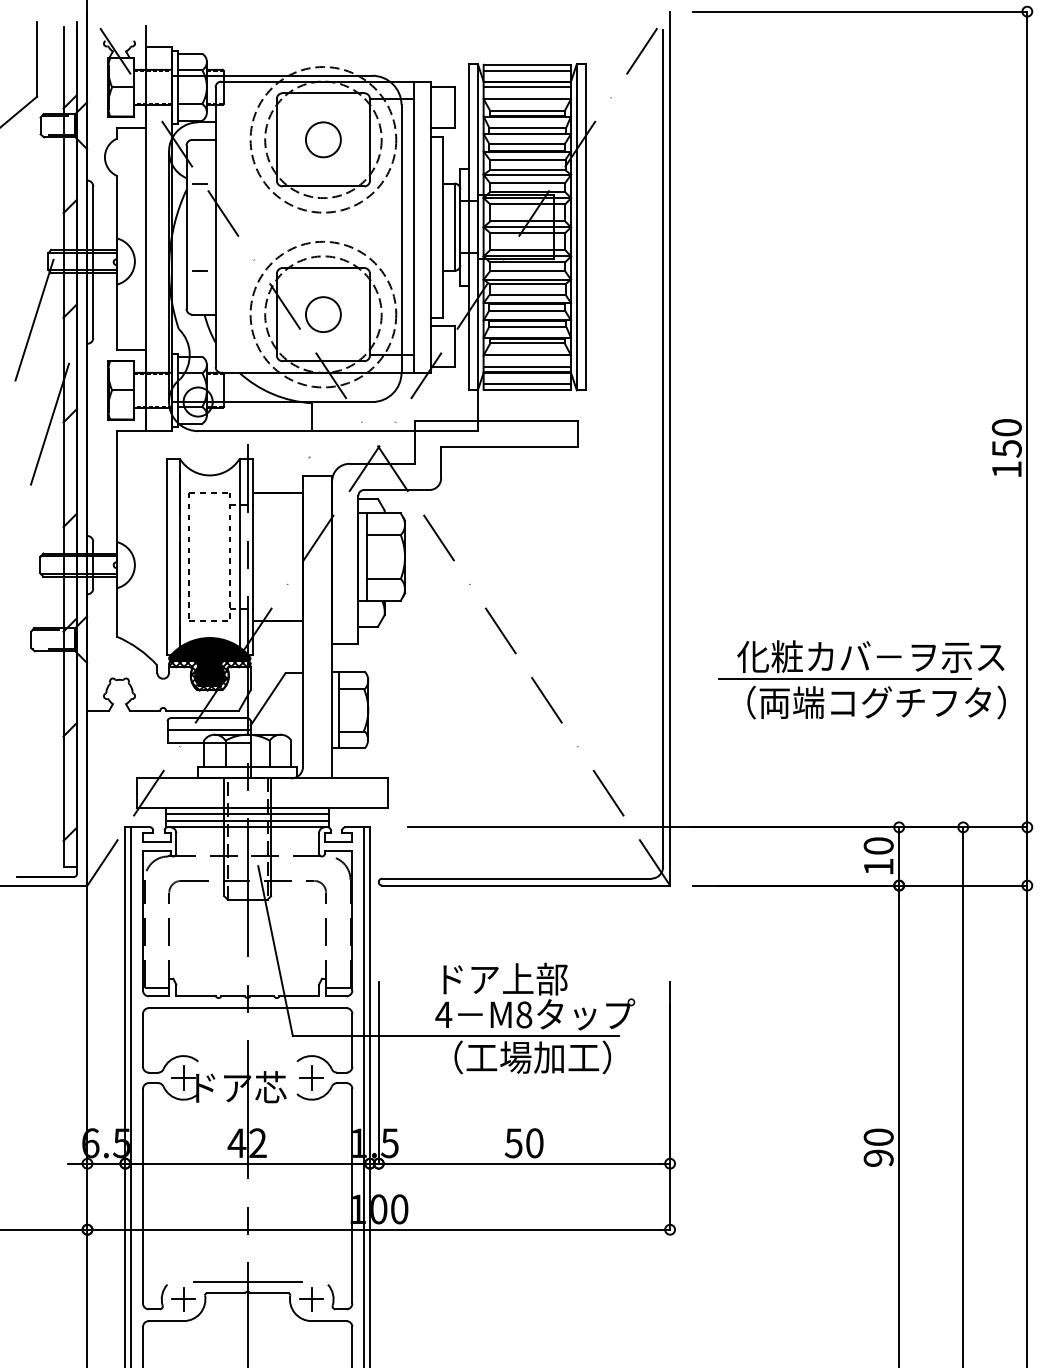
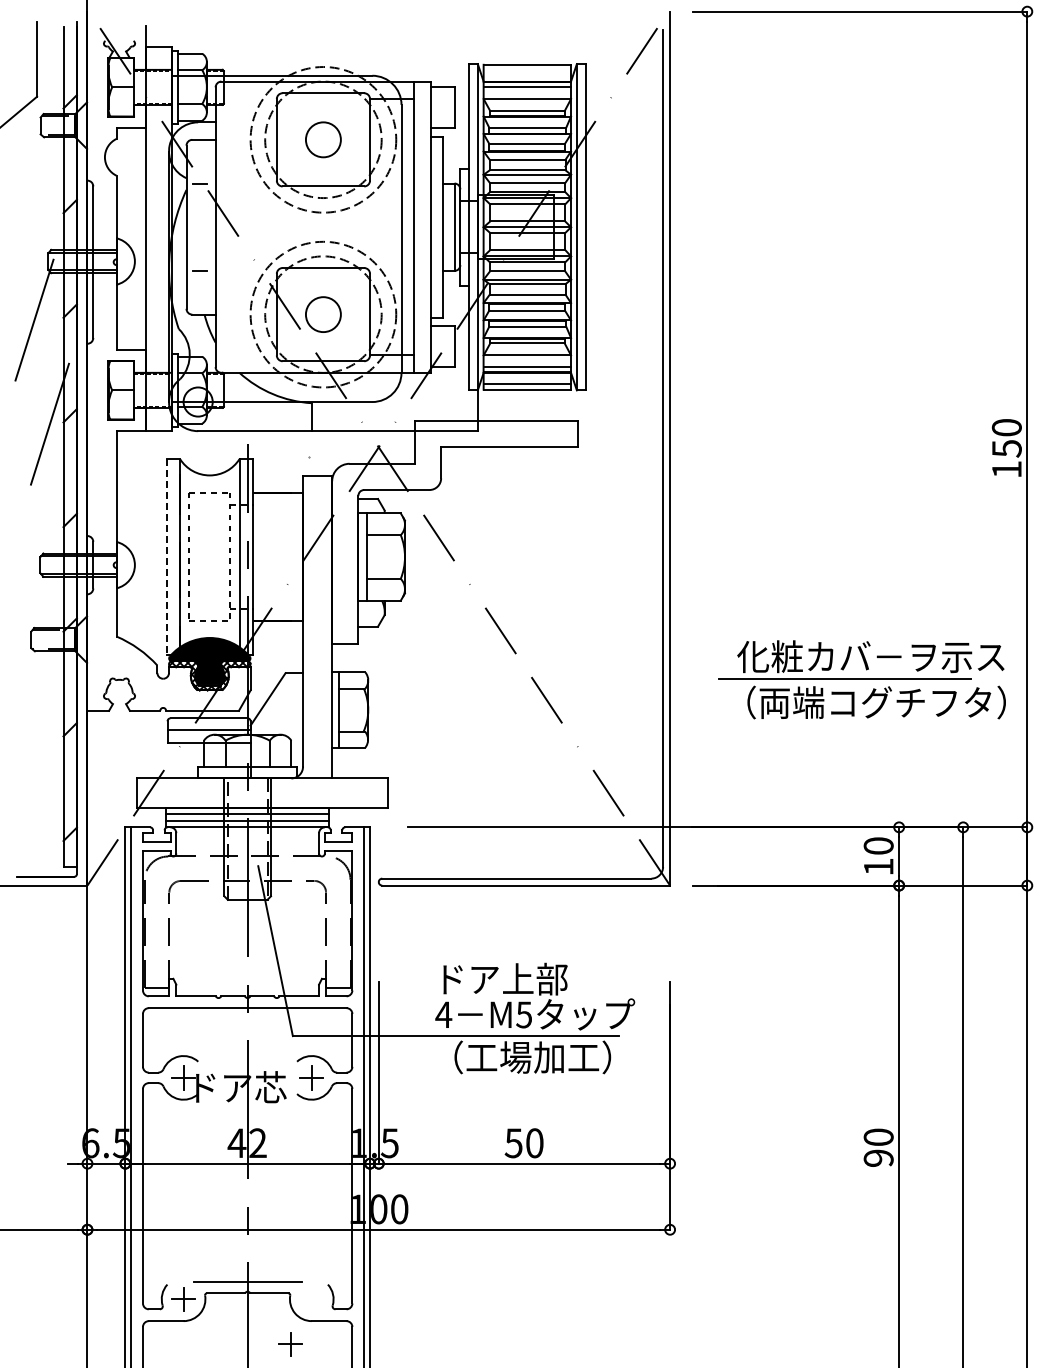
line at (527, 70): present -> none
line at (166, 557): solid -> dashed
text at (524, 1014): M8 -> M5
part at (311, 1299) position: (311, 1299) -> (290, 1344)
